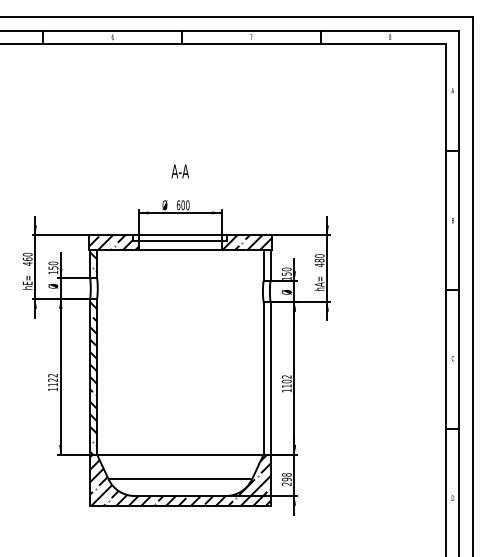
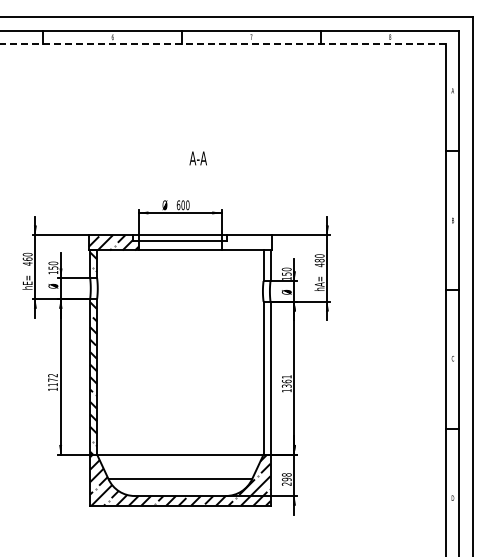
line at (222, 44): solid -> dashed
text at (179, 171) position: (179, 171) -> (197, 158)
hatch at (246, 242): present -> none
text at (52, 379): 1122 -> 1172
text at (286, 381): 1102 -> 1361
